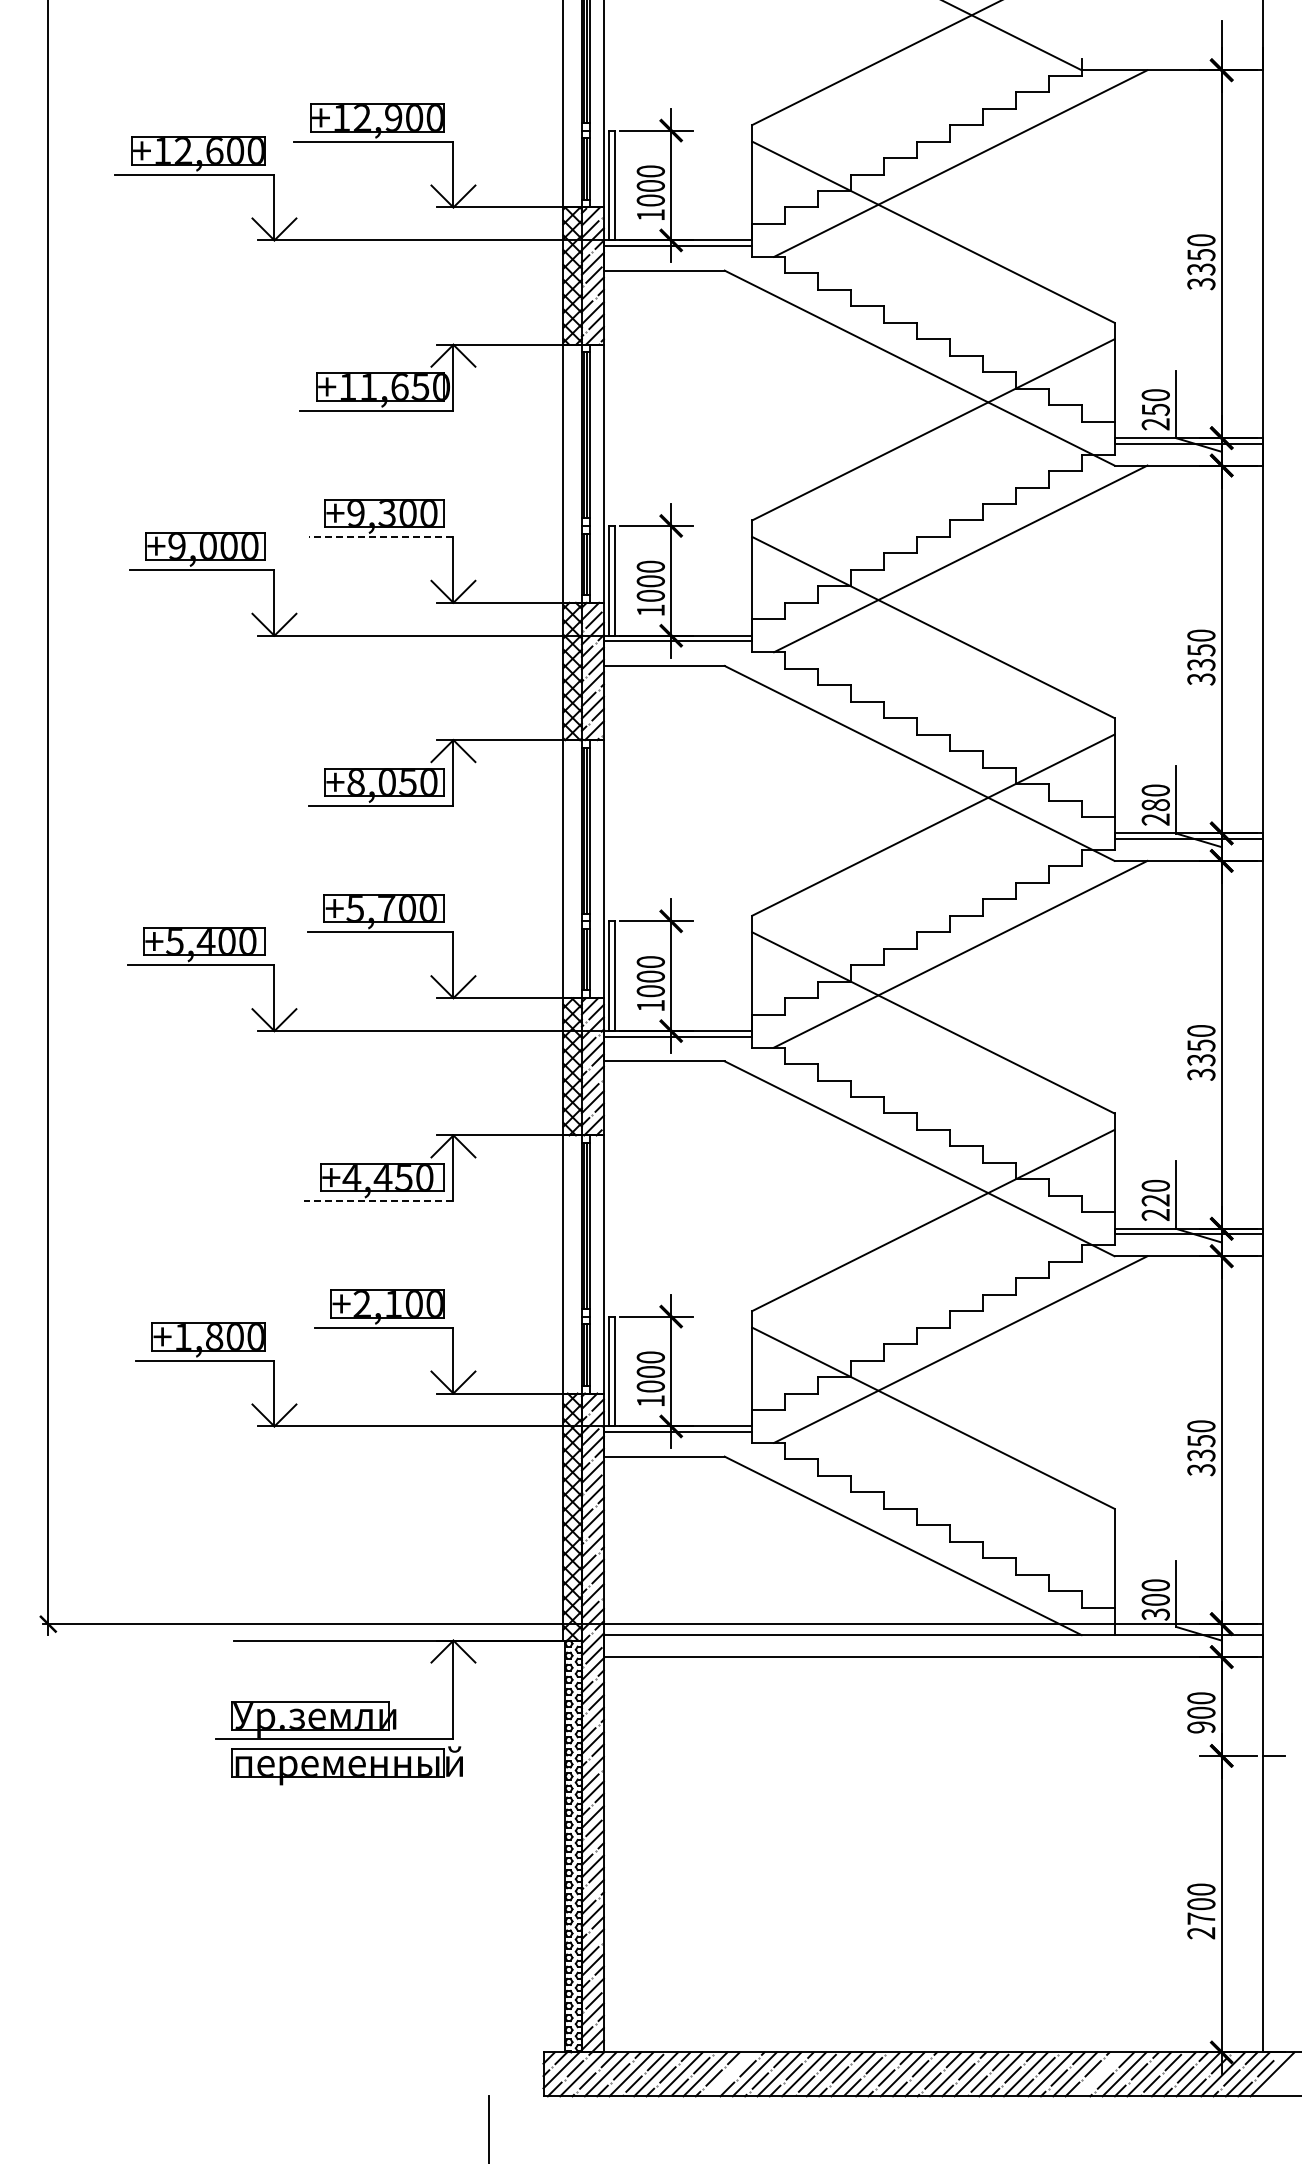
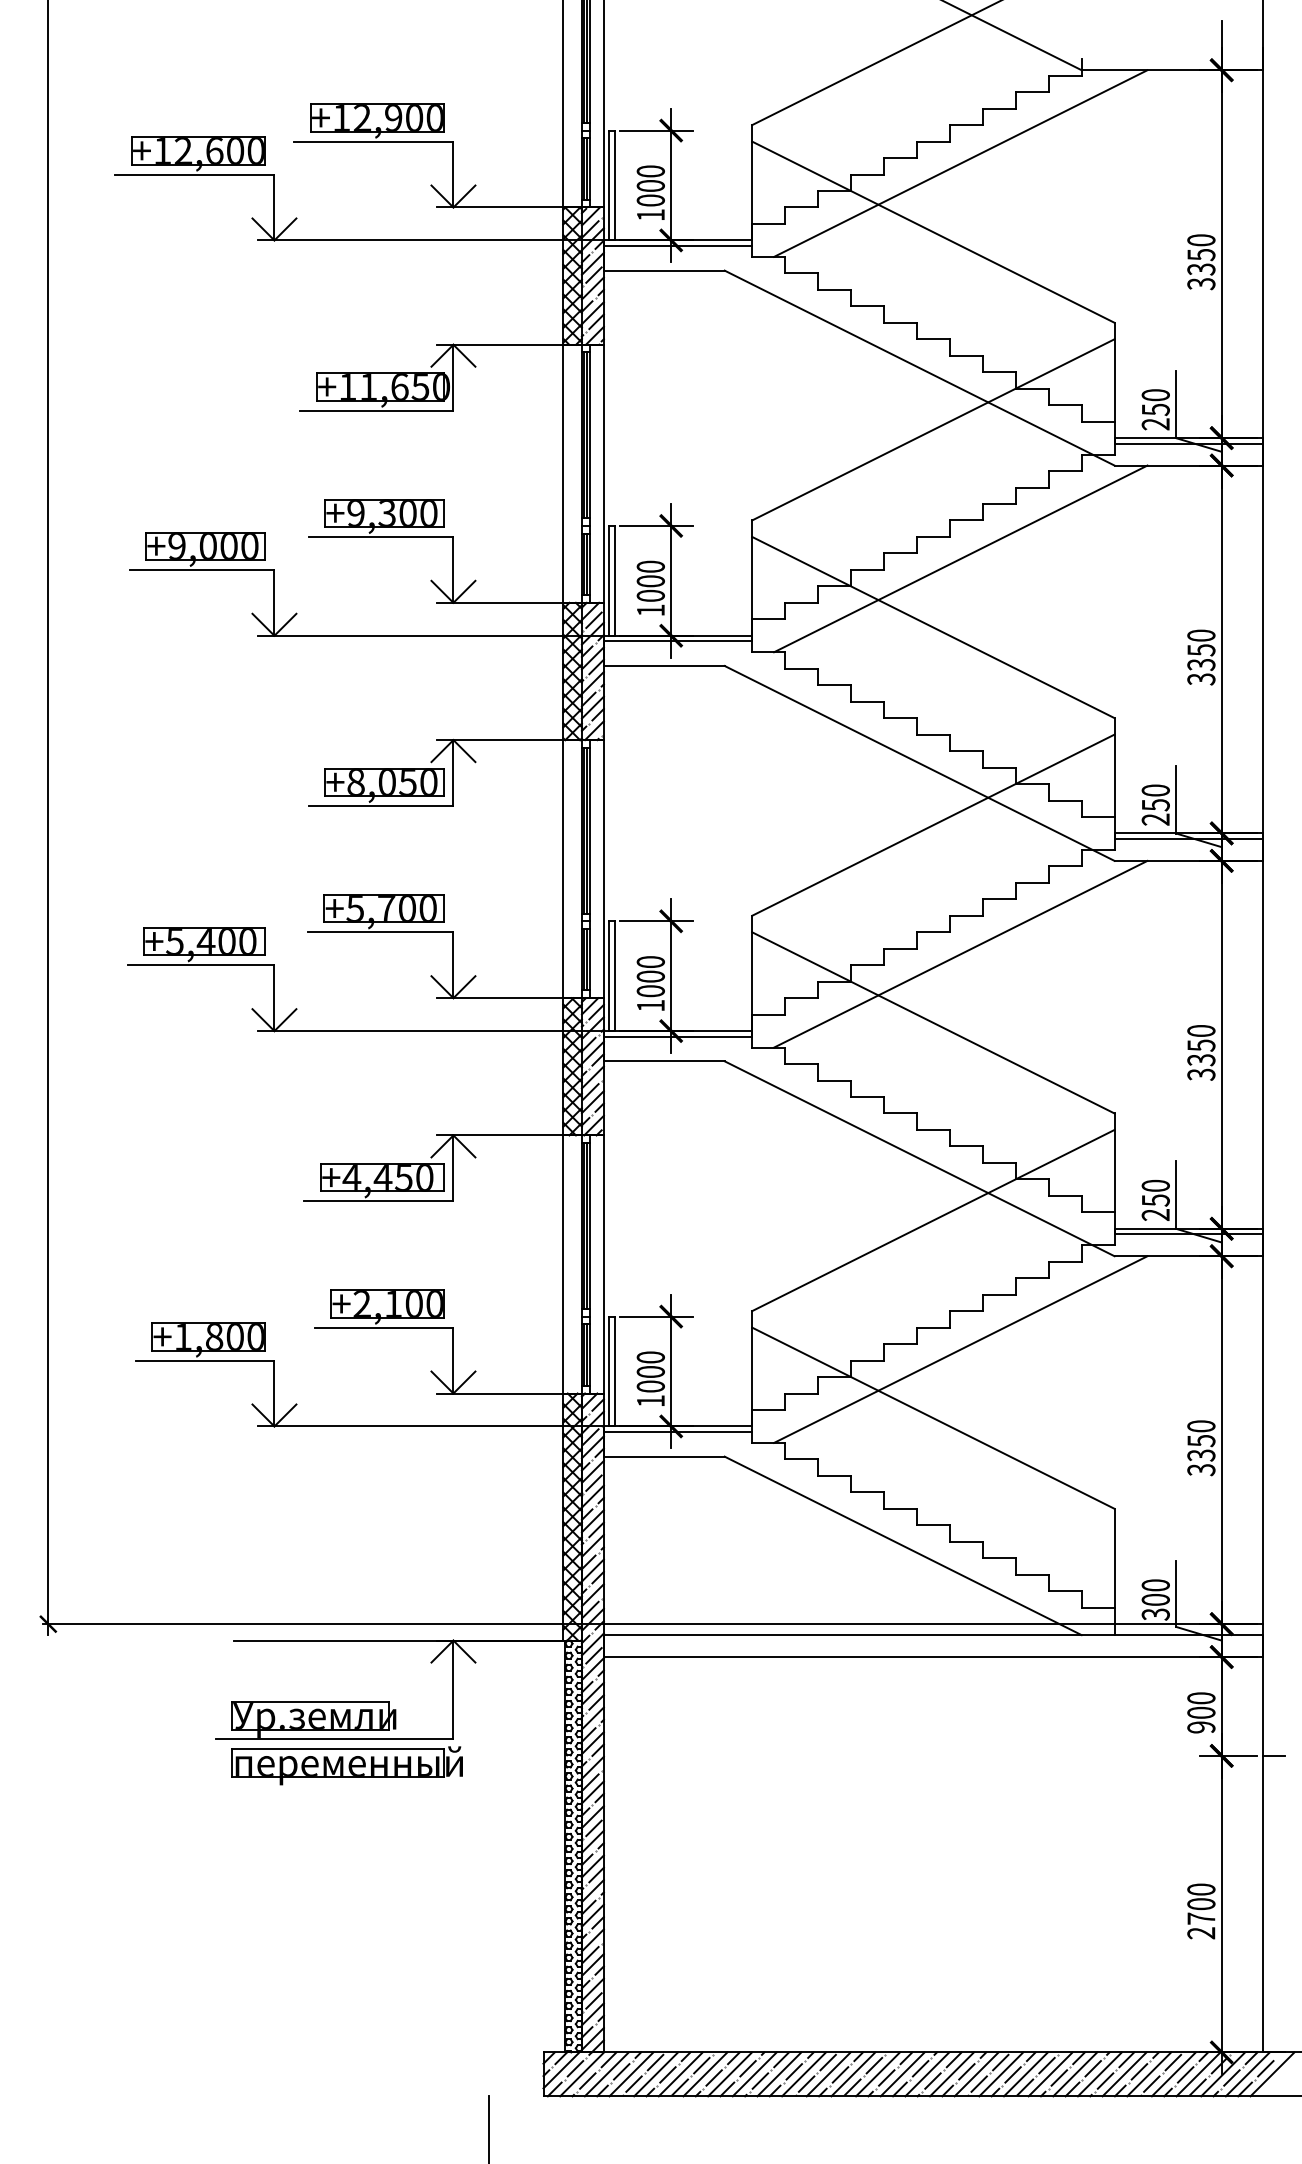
line at (380, 536): dashed -> solid
text at (1155, 805): 280 -> 250
text at (1155, 1200): 220 -> 250
line at (378, 1201): dashed -> solid
line at (730, 2074): none -> present
line at (1099, 2074): none -> present
